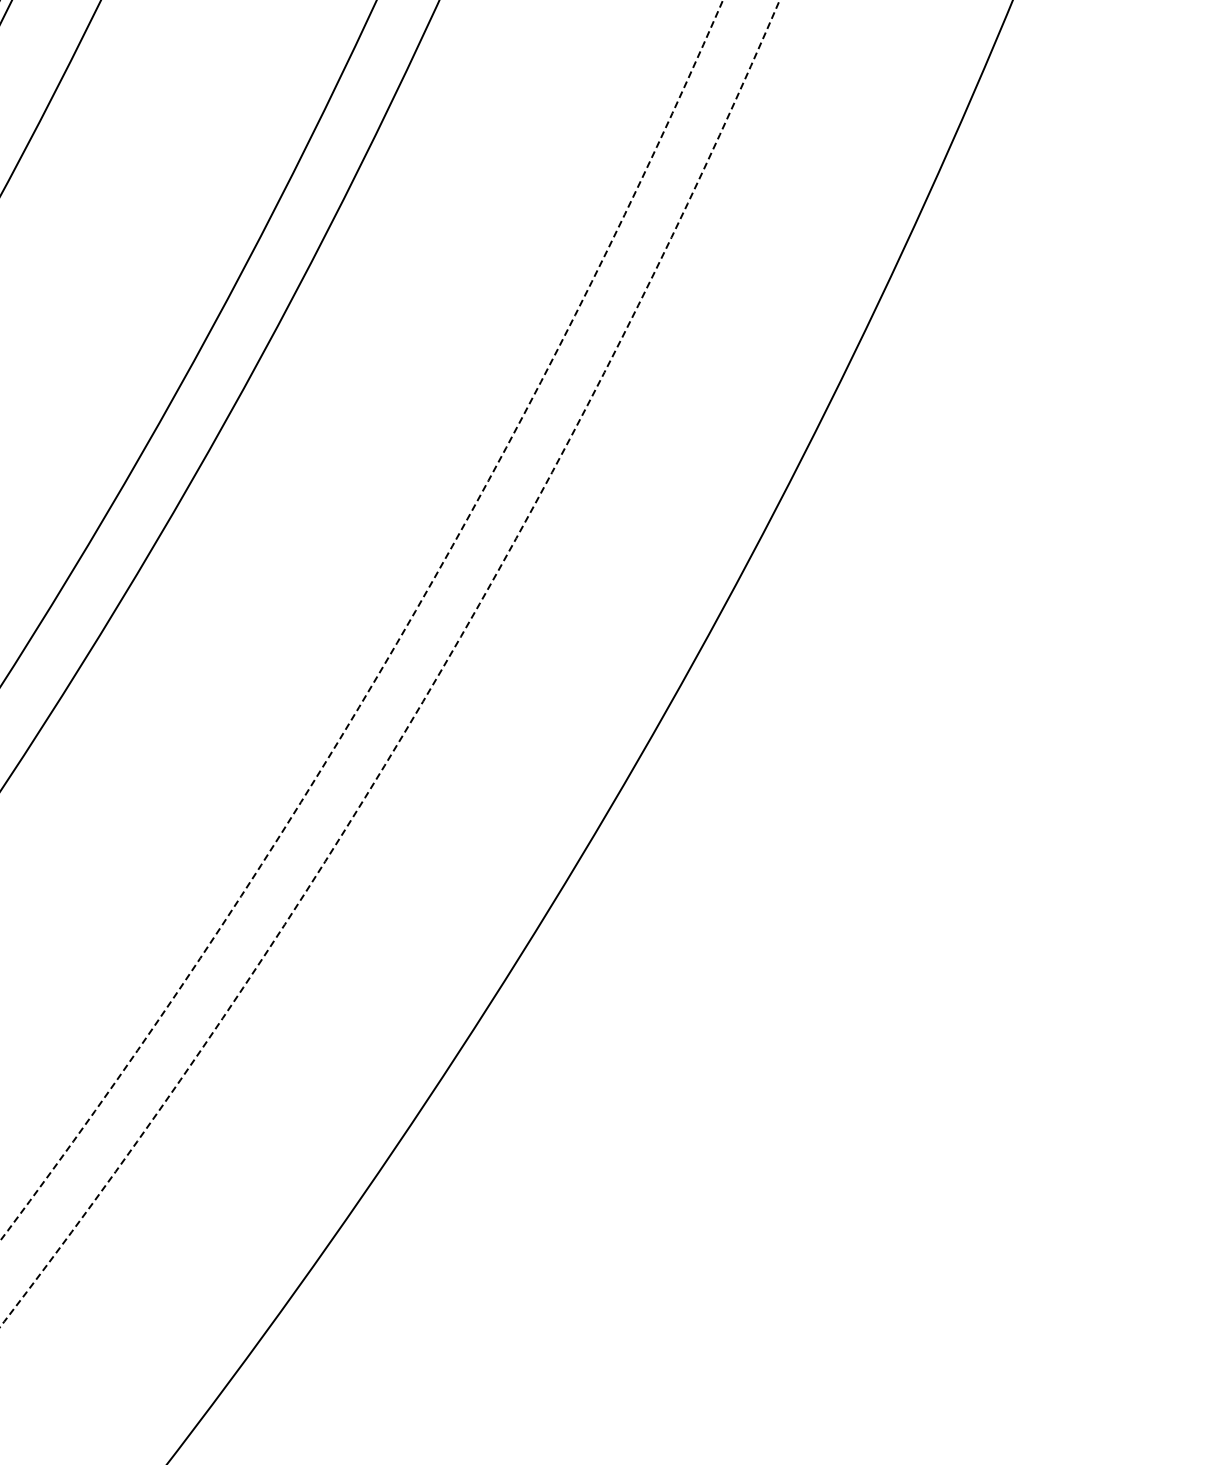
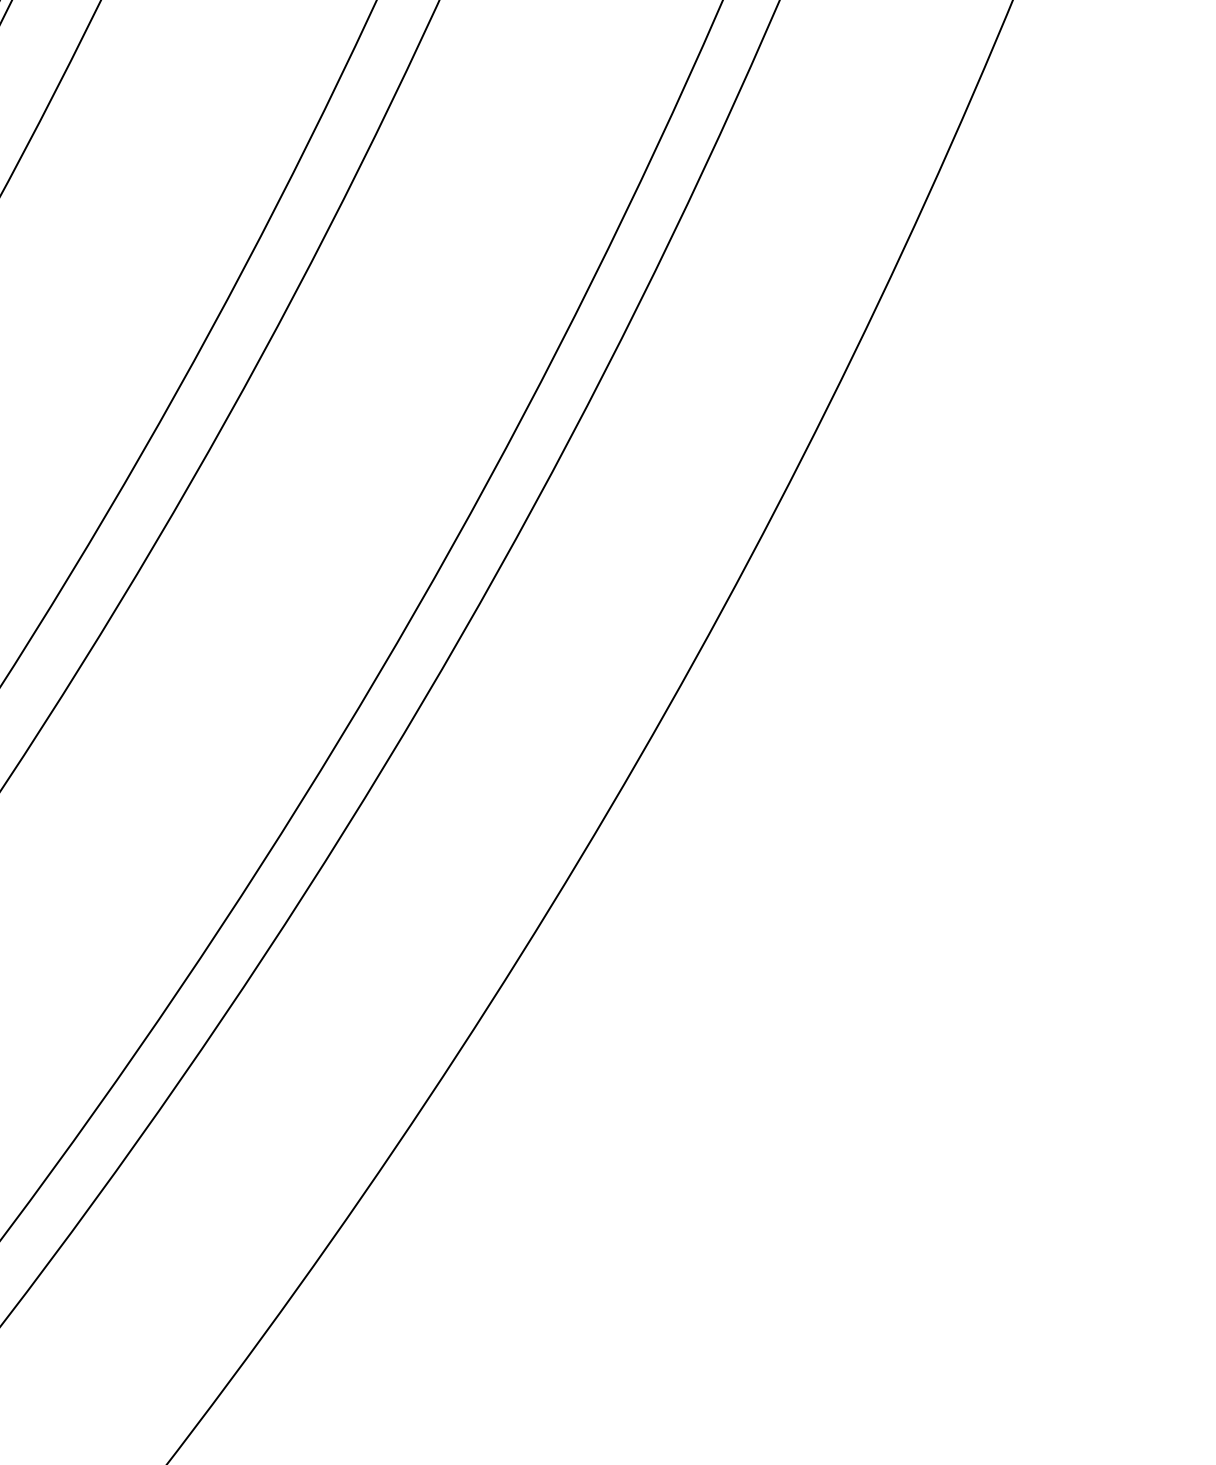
circle at (361, 620): dashed -> solid
circle at (389, 663): dashed -> solid
